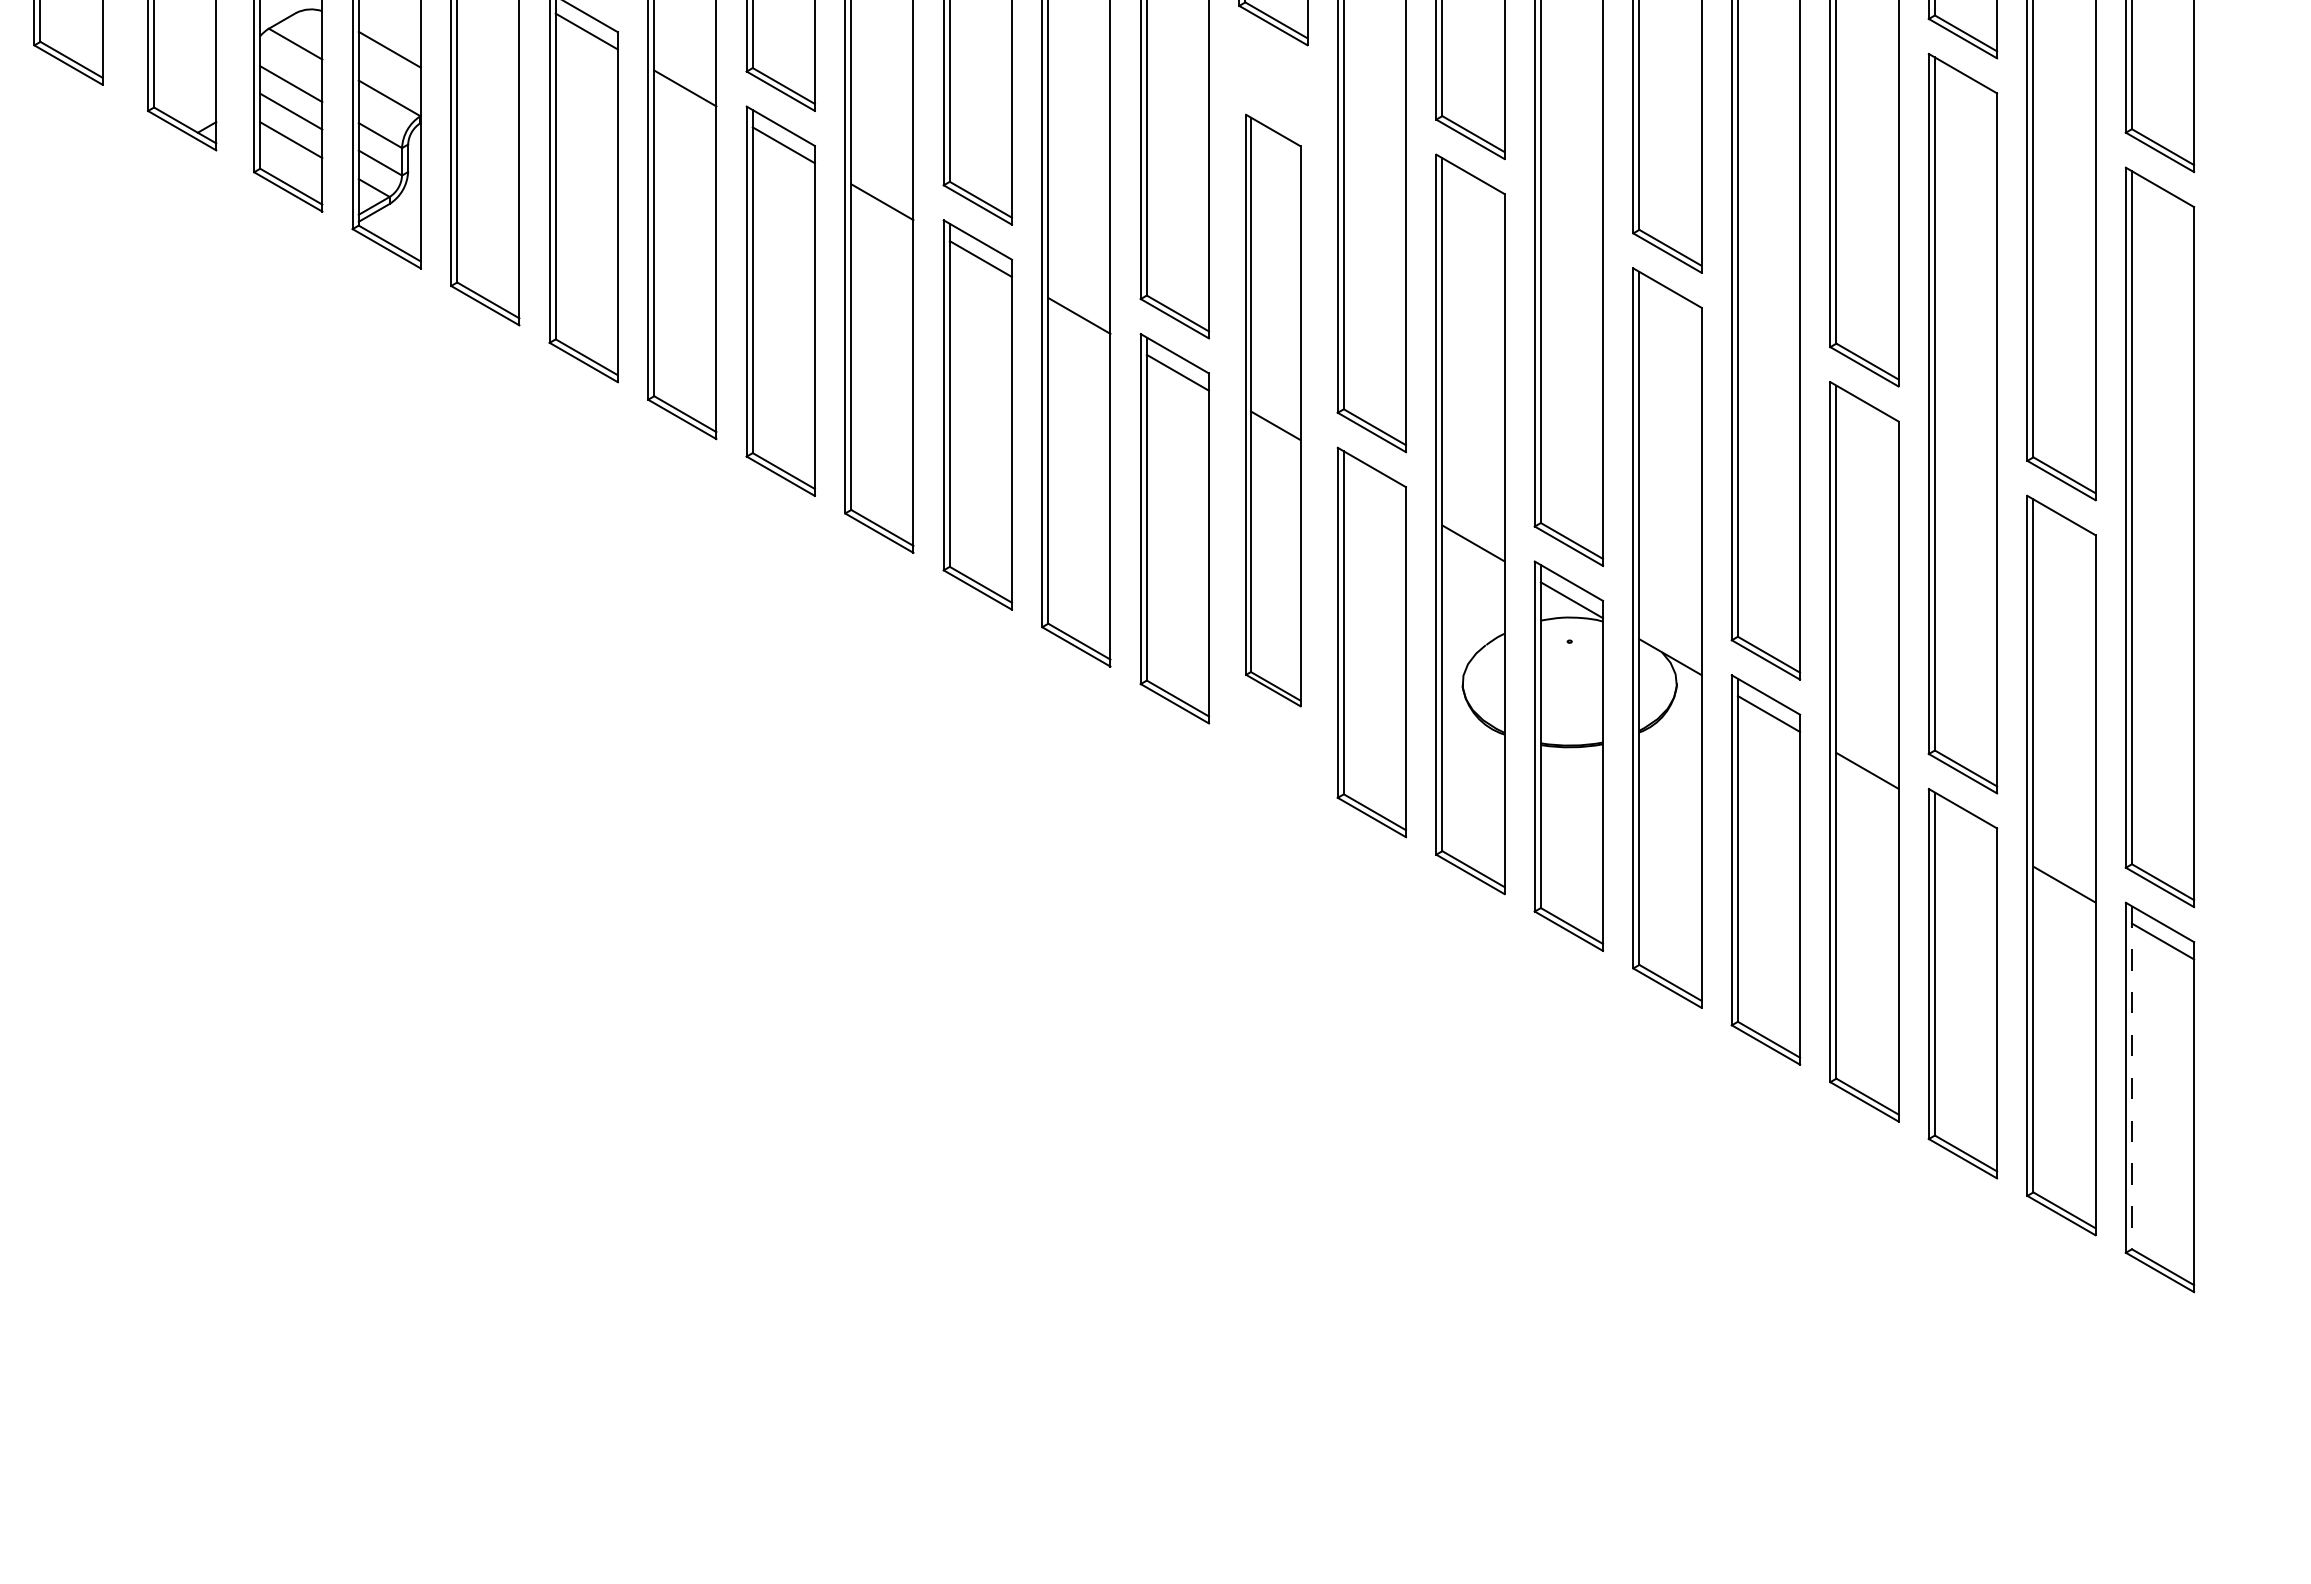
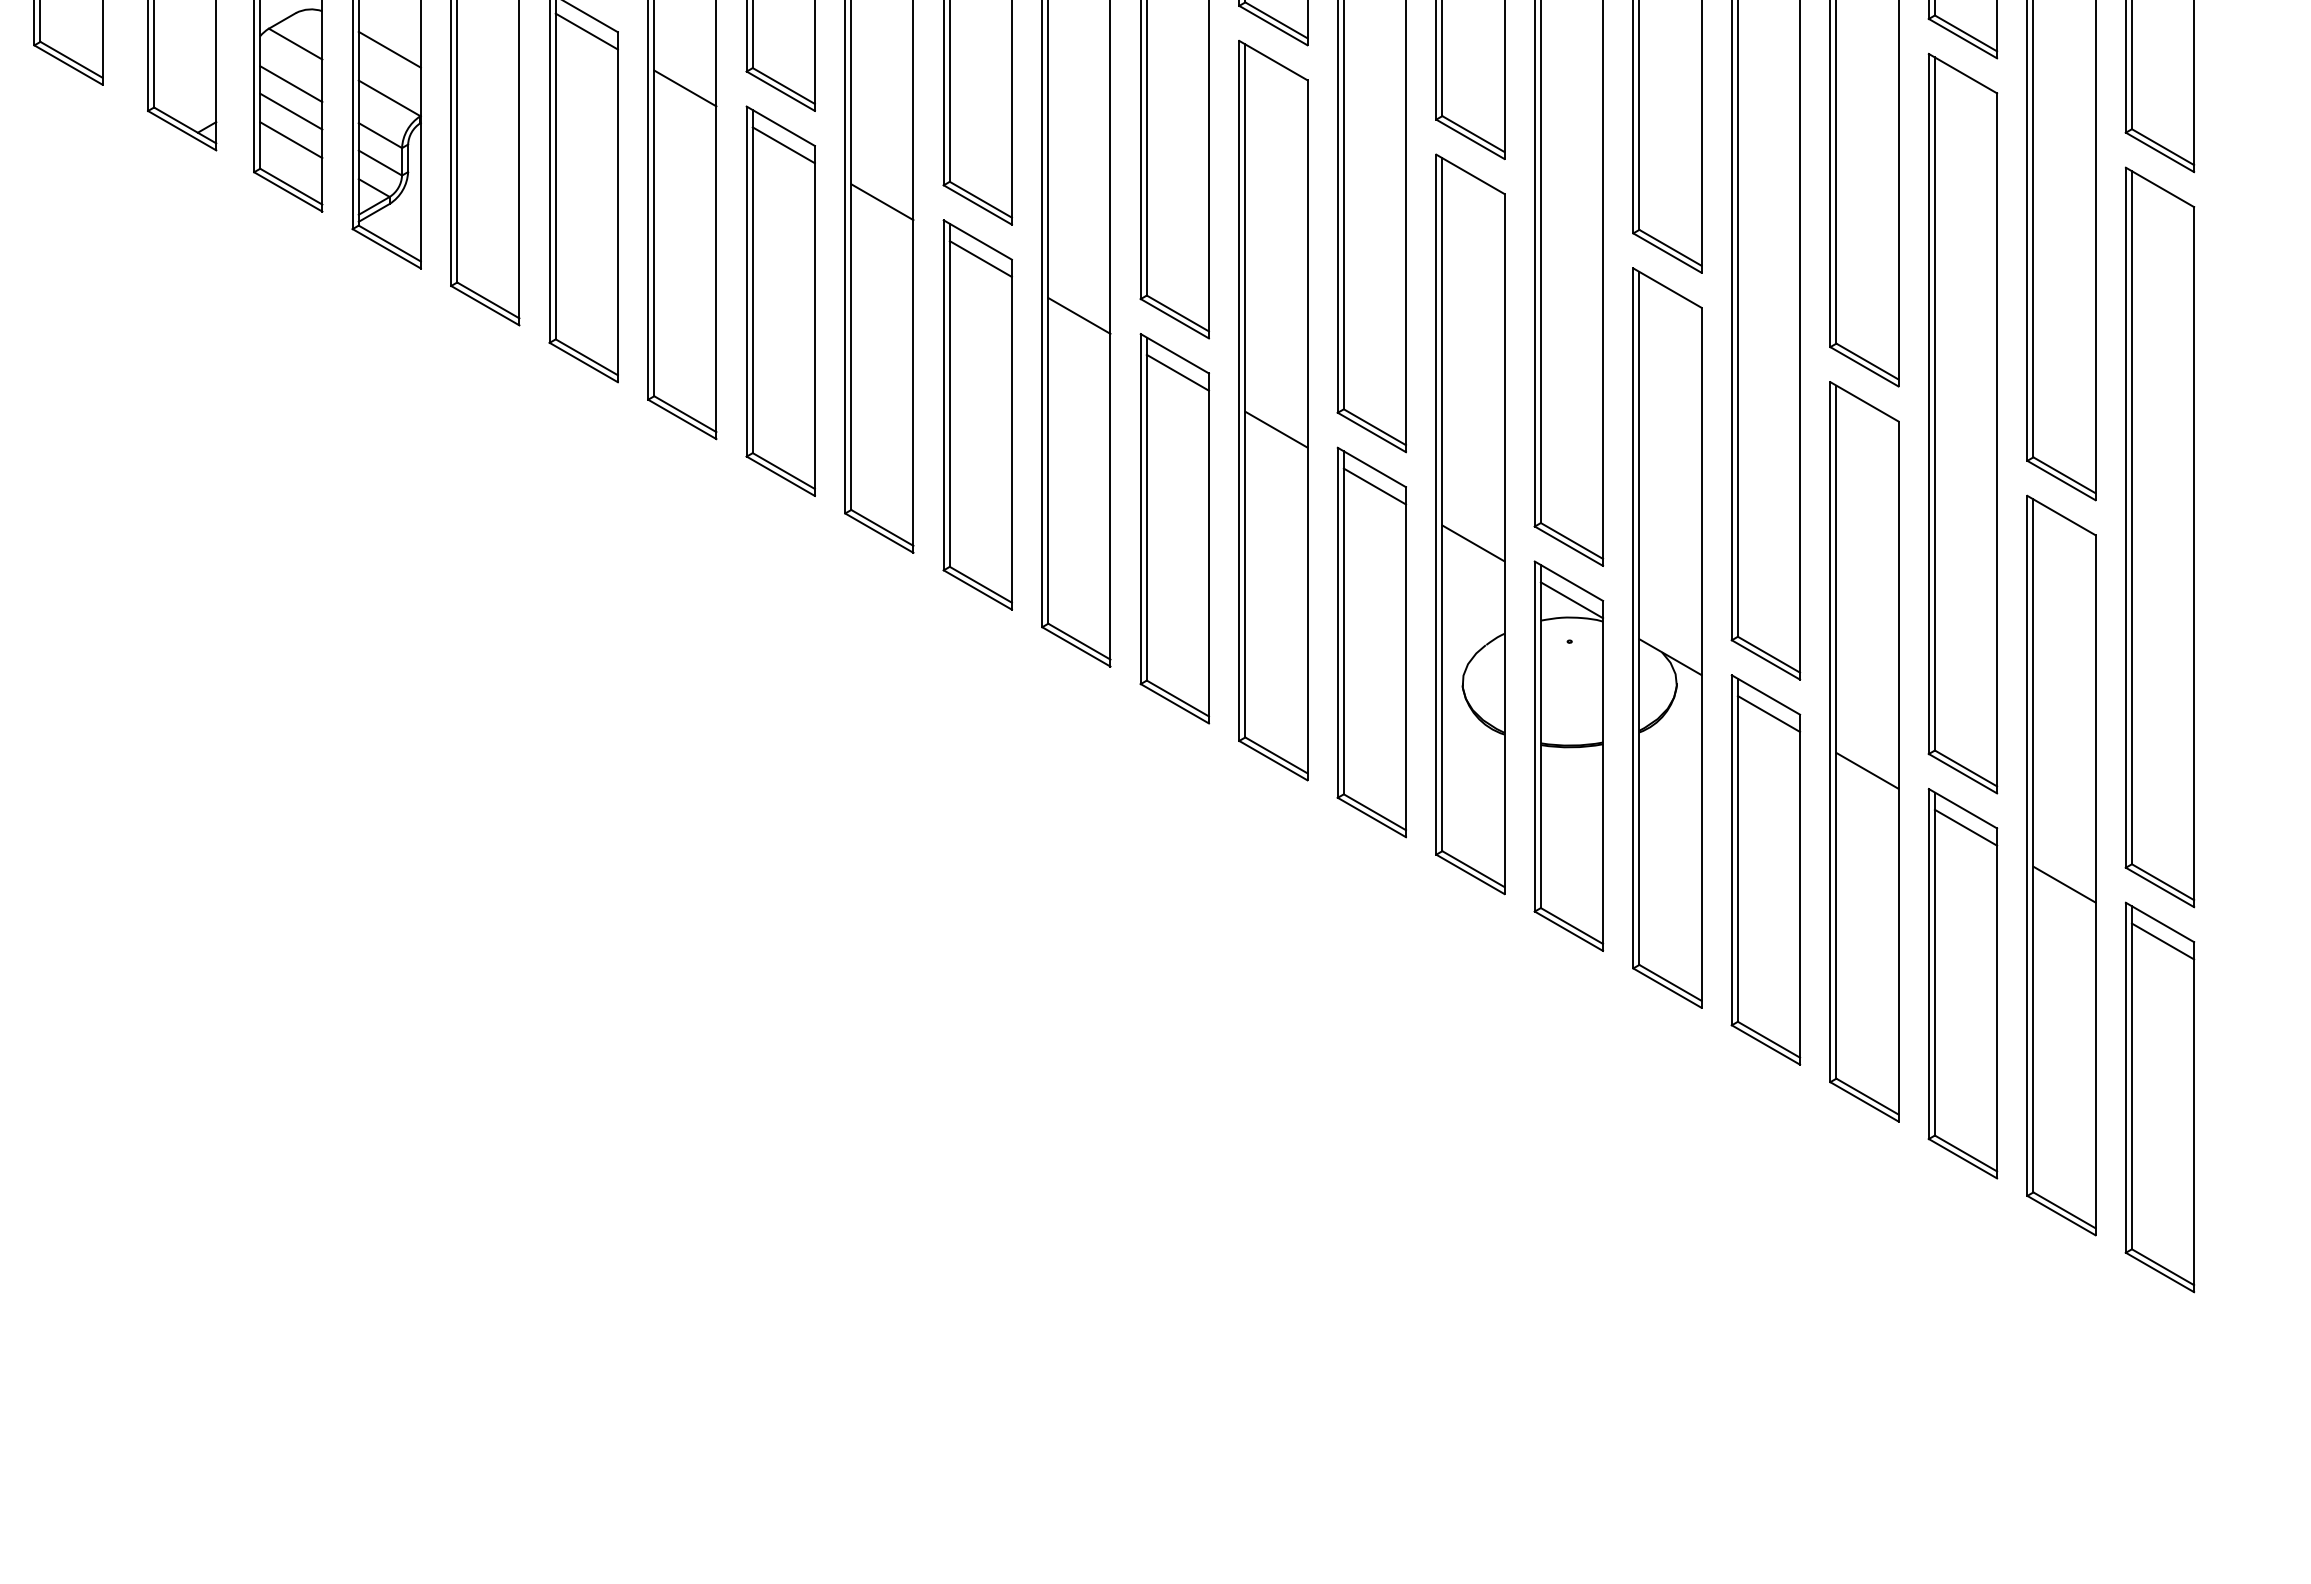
part at (1273, 410) size: 57x595 px -> 71x743 px
line at (1374, 486): none -> present
line at (1965, 827): none -> present
line at (2131, 1077): dashed -> solid
